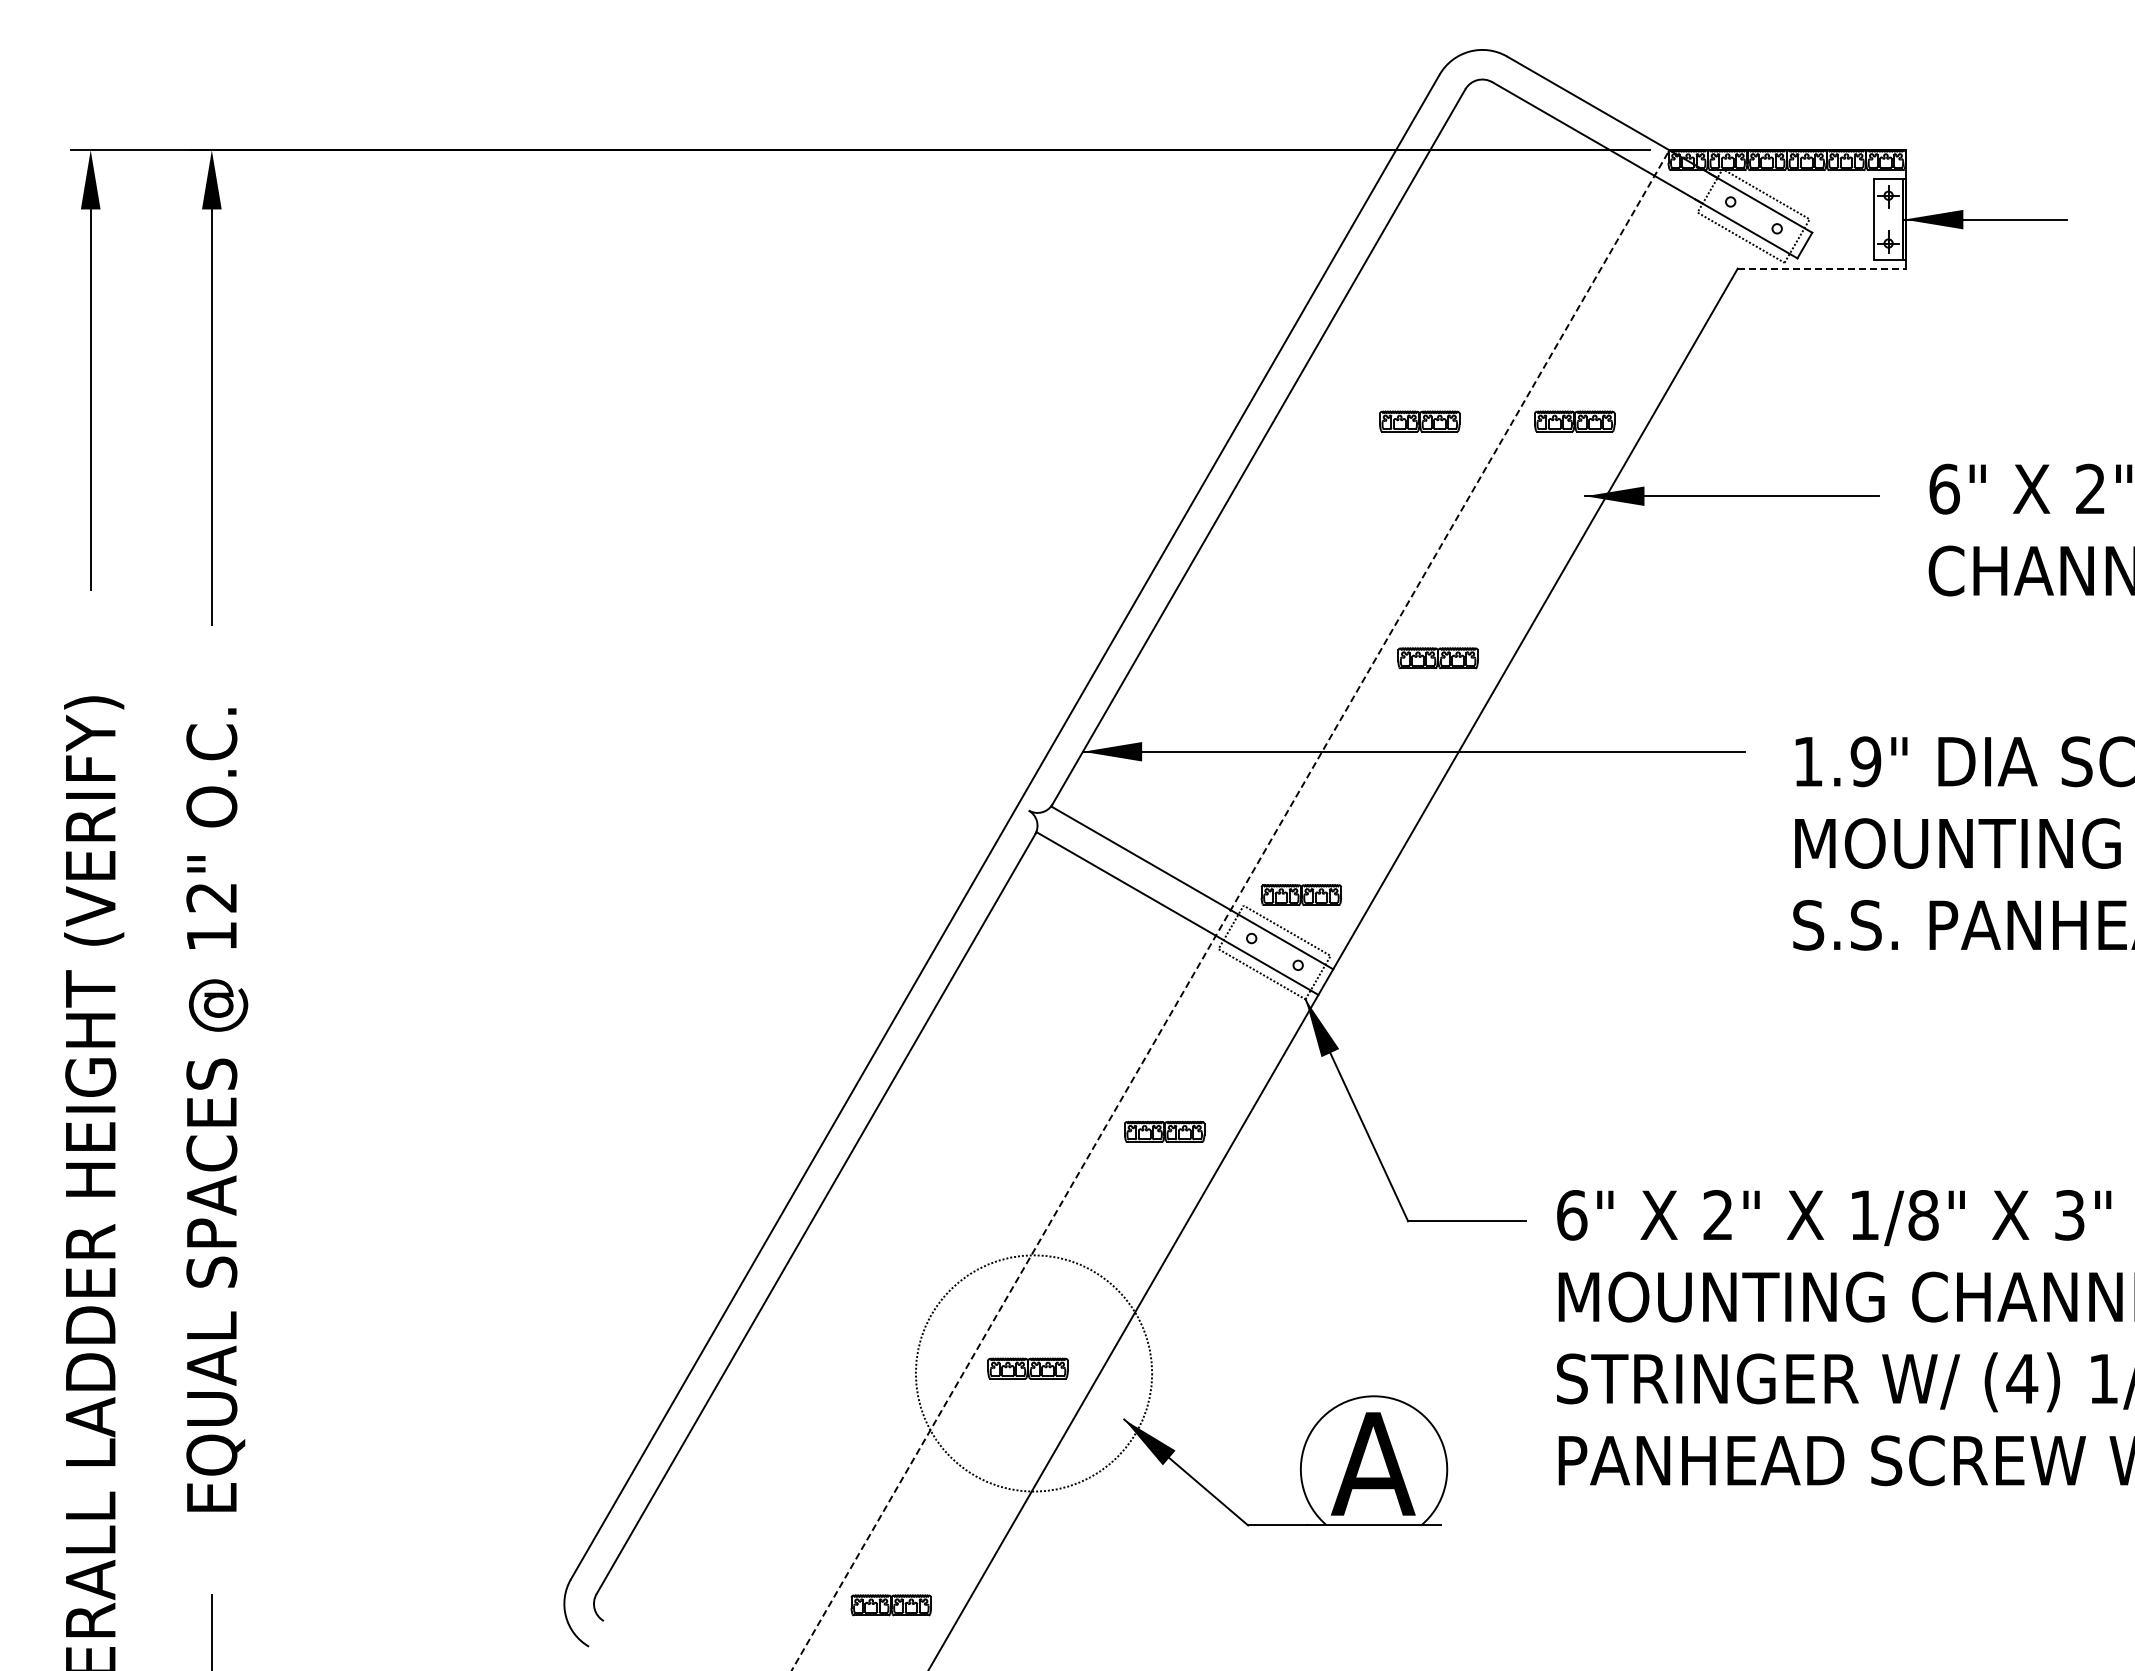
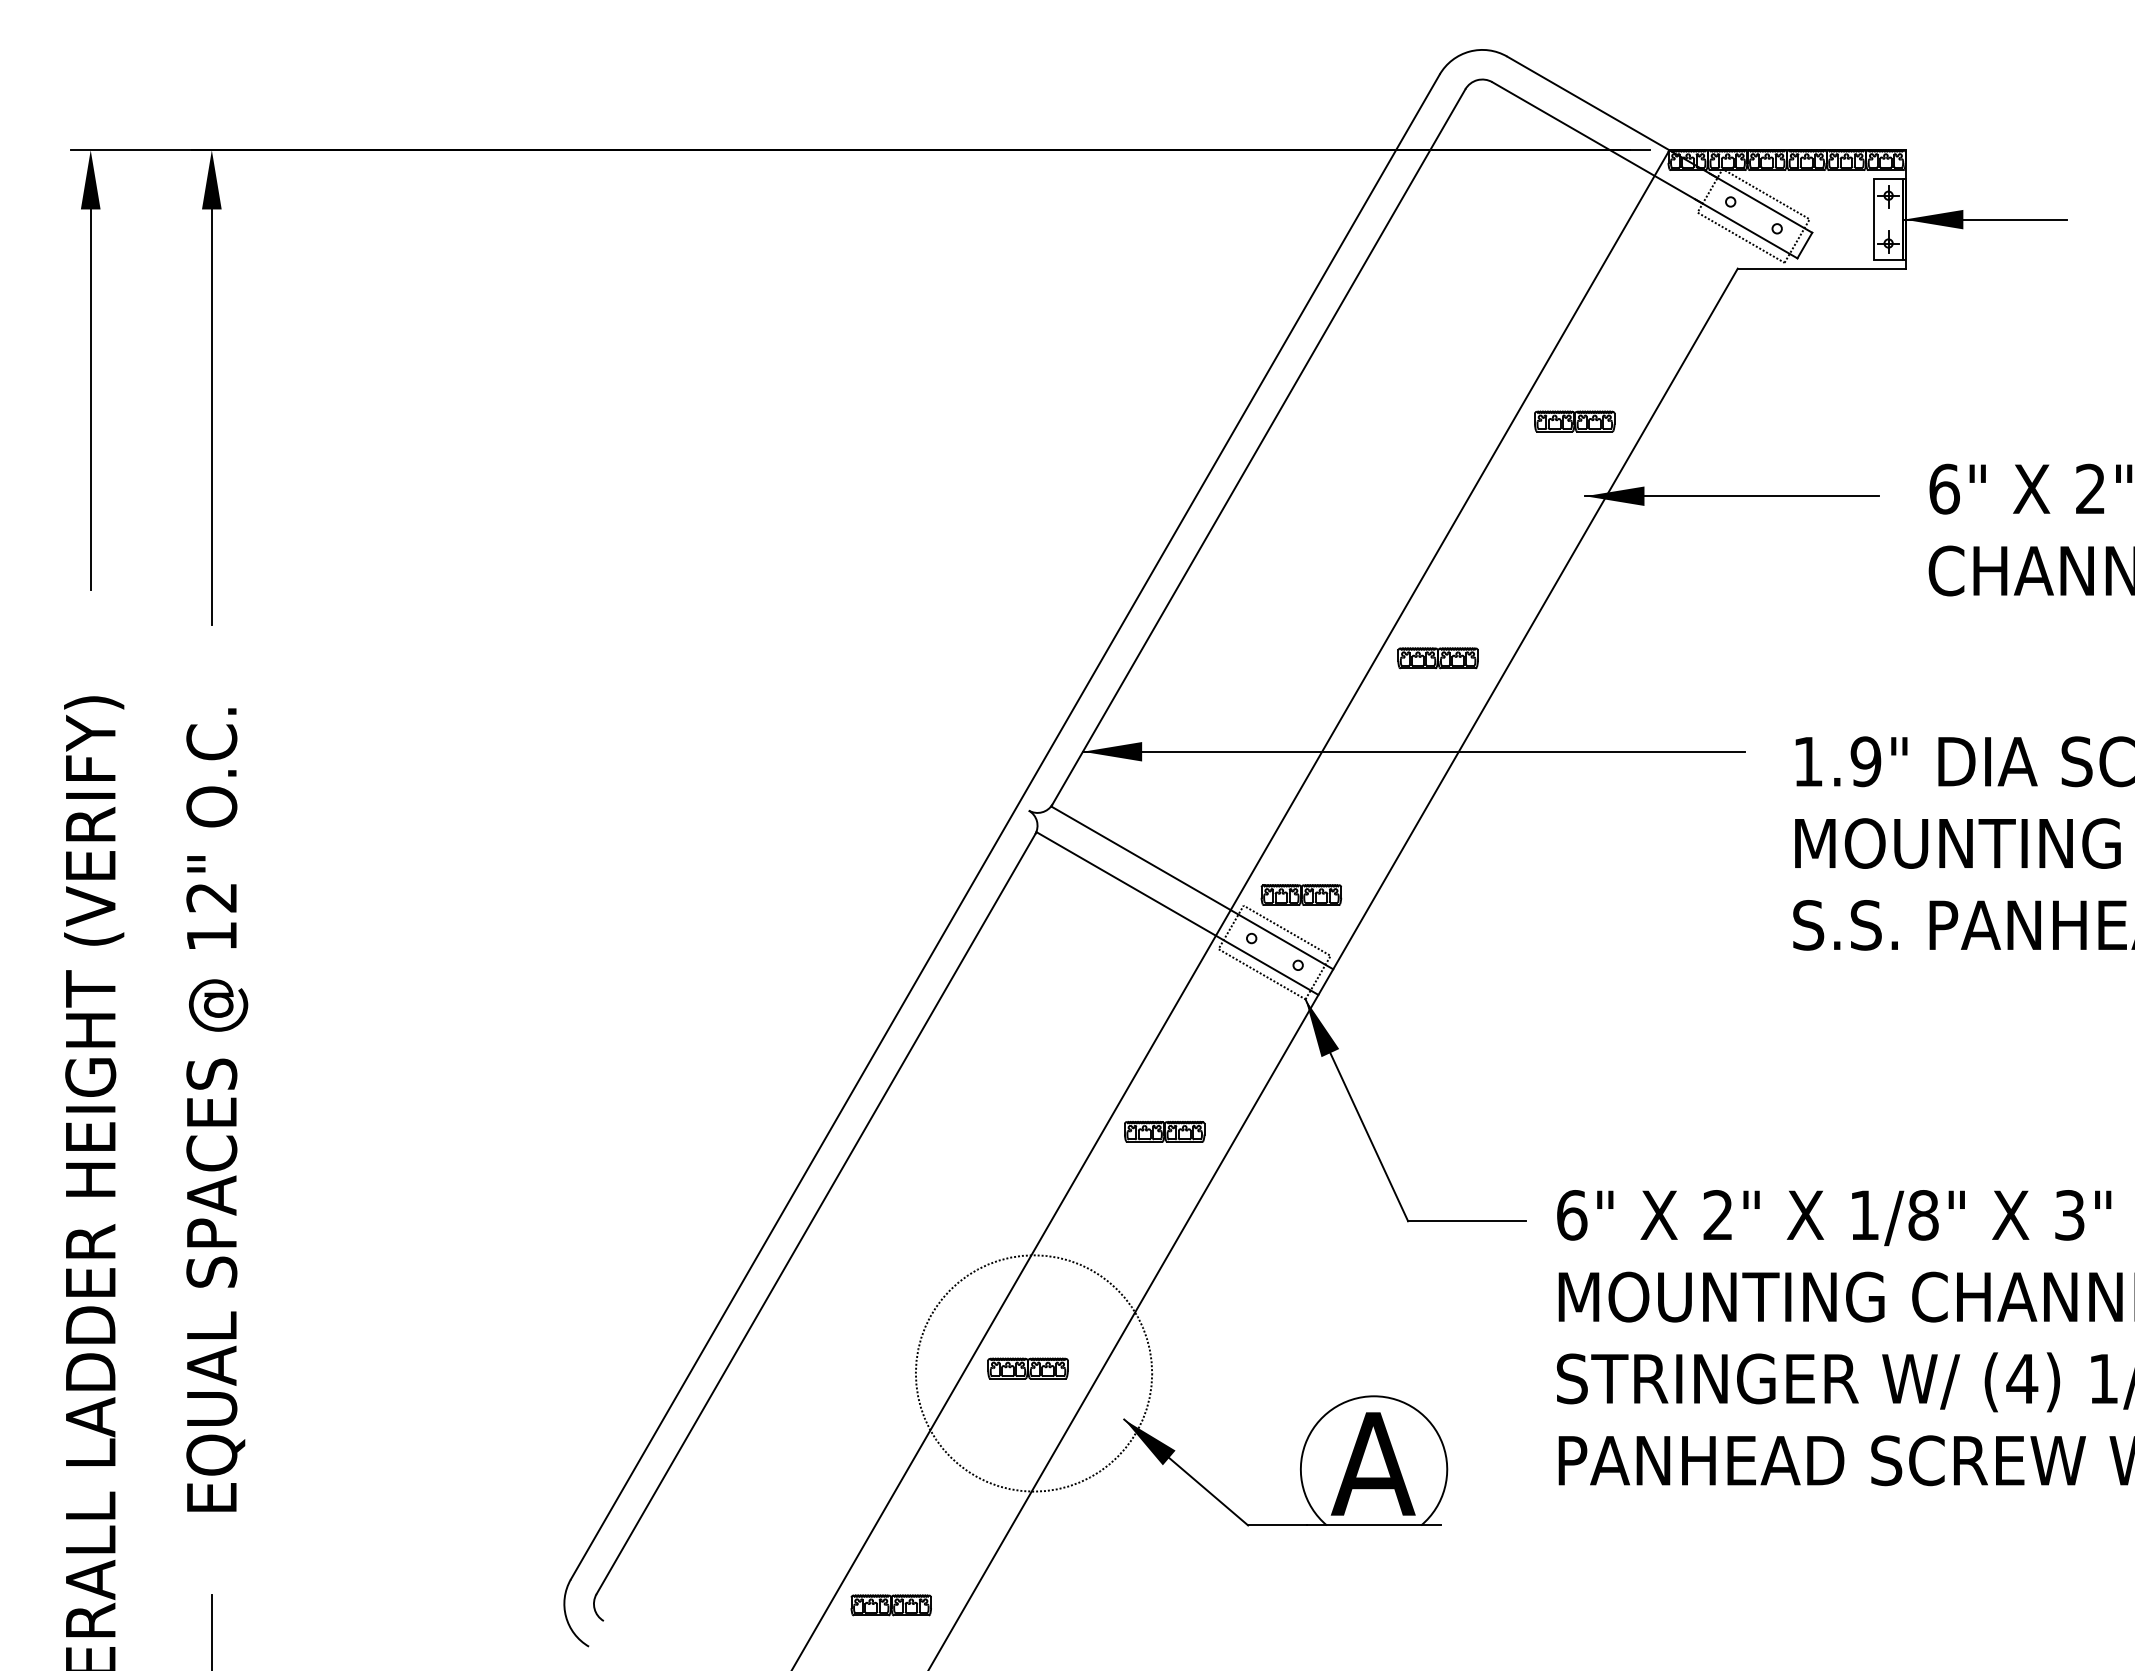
line at (1822, 268): dashed -> solid
part at (1419, 421): present -> none
line at (1230, 909): dashed -> solid
